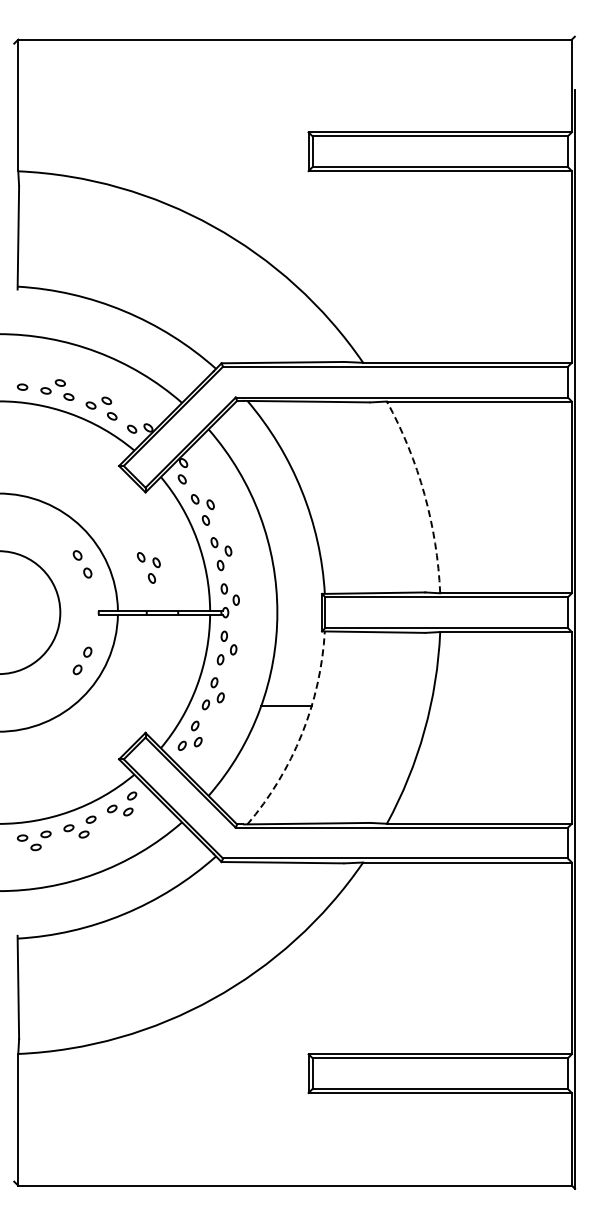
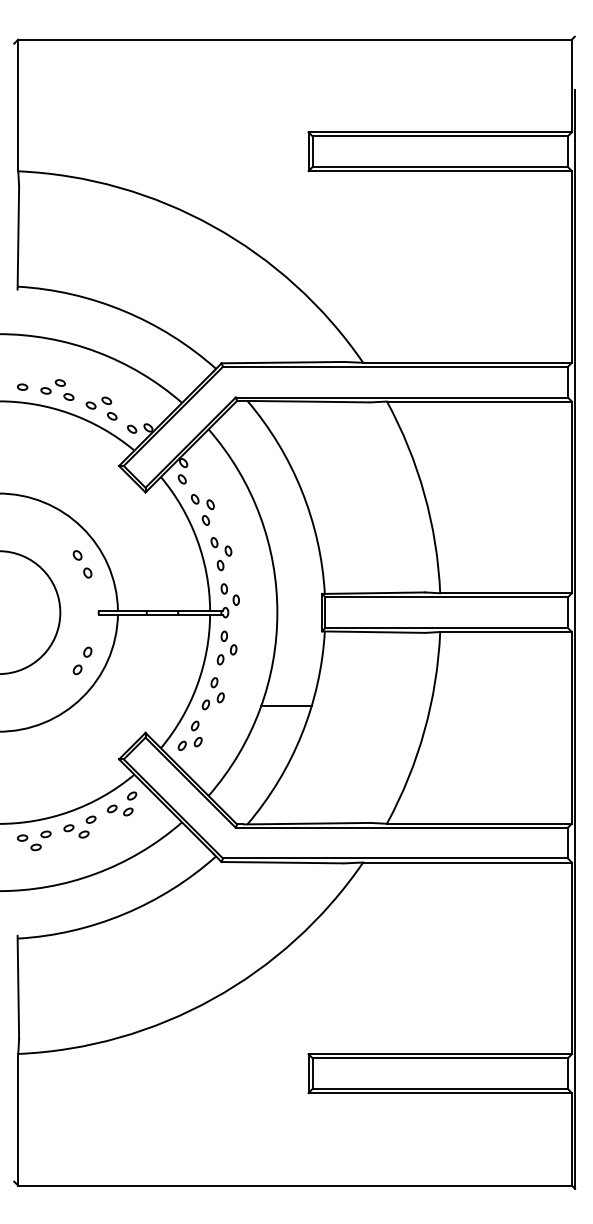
arc at (424, 494): dashed -> solid
part at (148, 567): present -> none
arc at (301, 734): dashed -> solid
